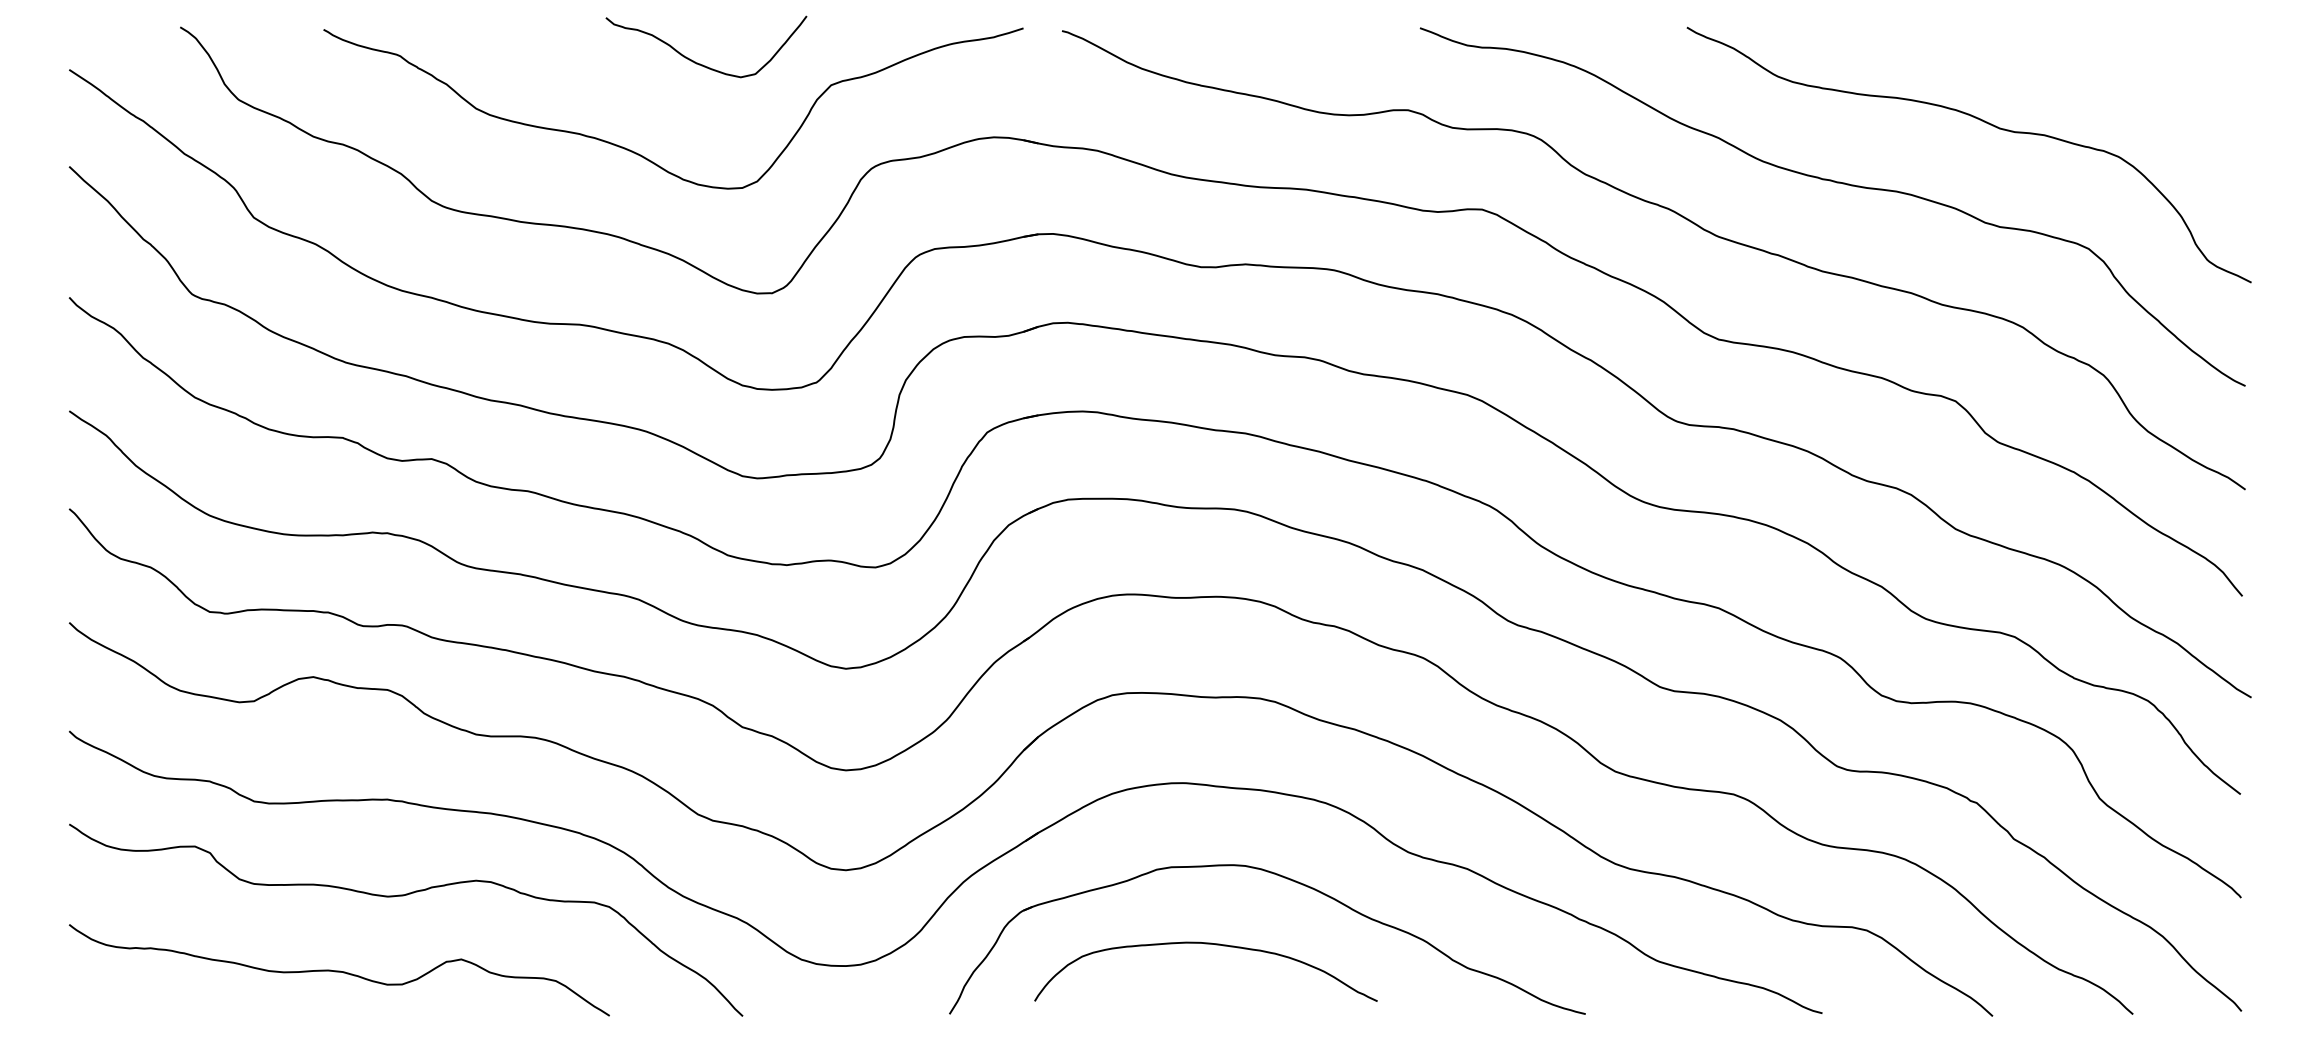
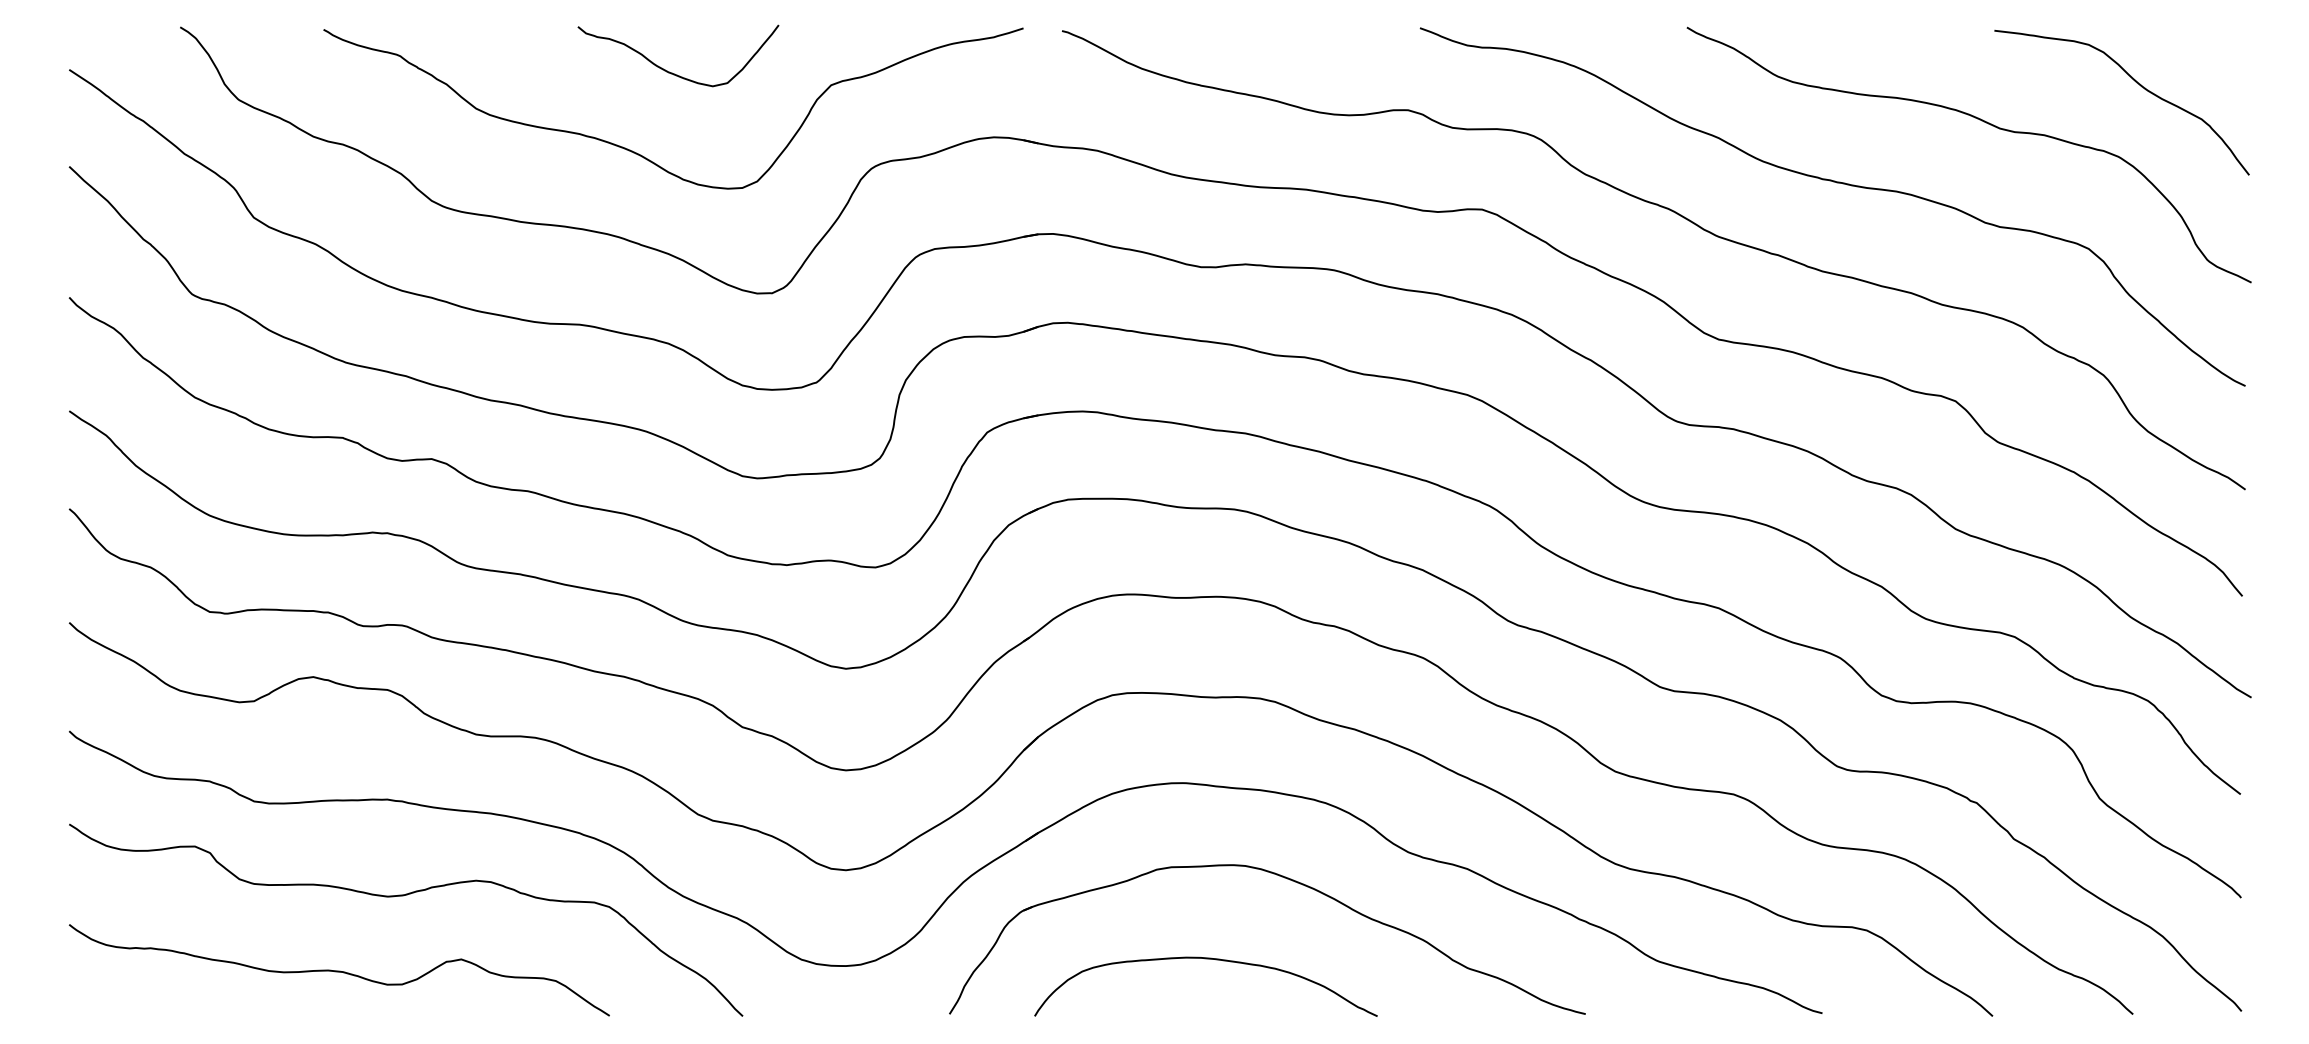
curve at (700, 63) position: (700, 63) -> (672, 72)
curve at (2136, 83): none -> present
curve at (1205, 944) position: (1205, 944) -> (1205, 959)
